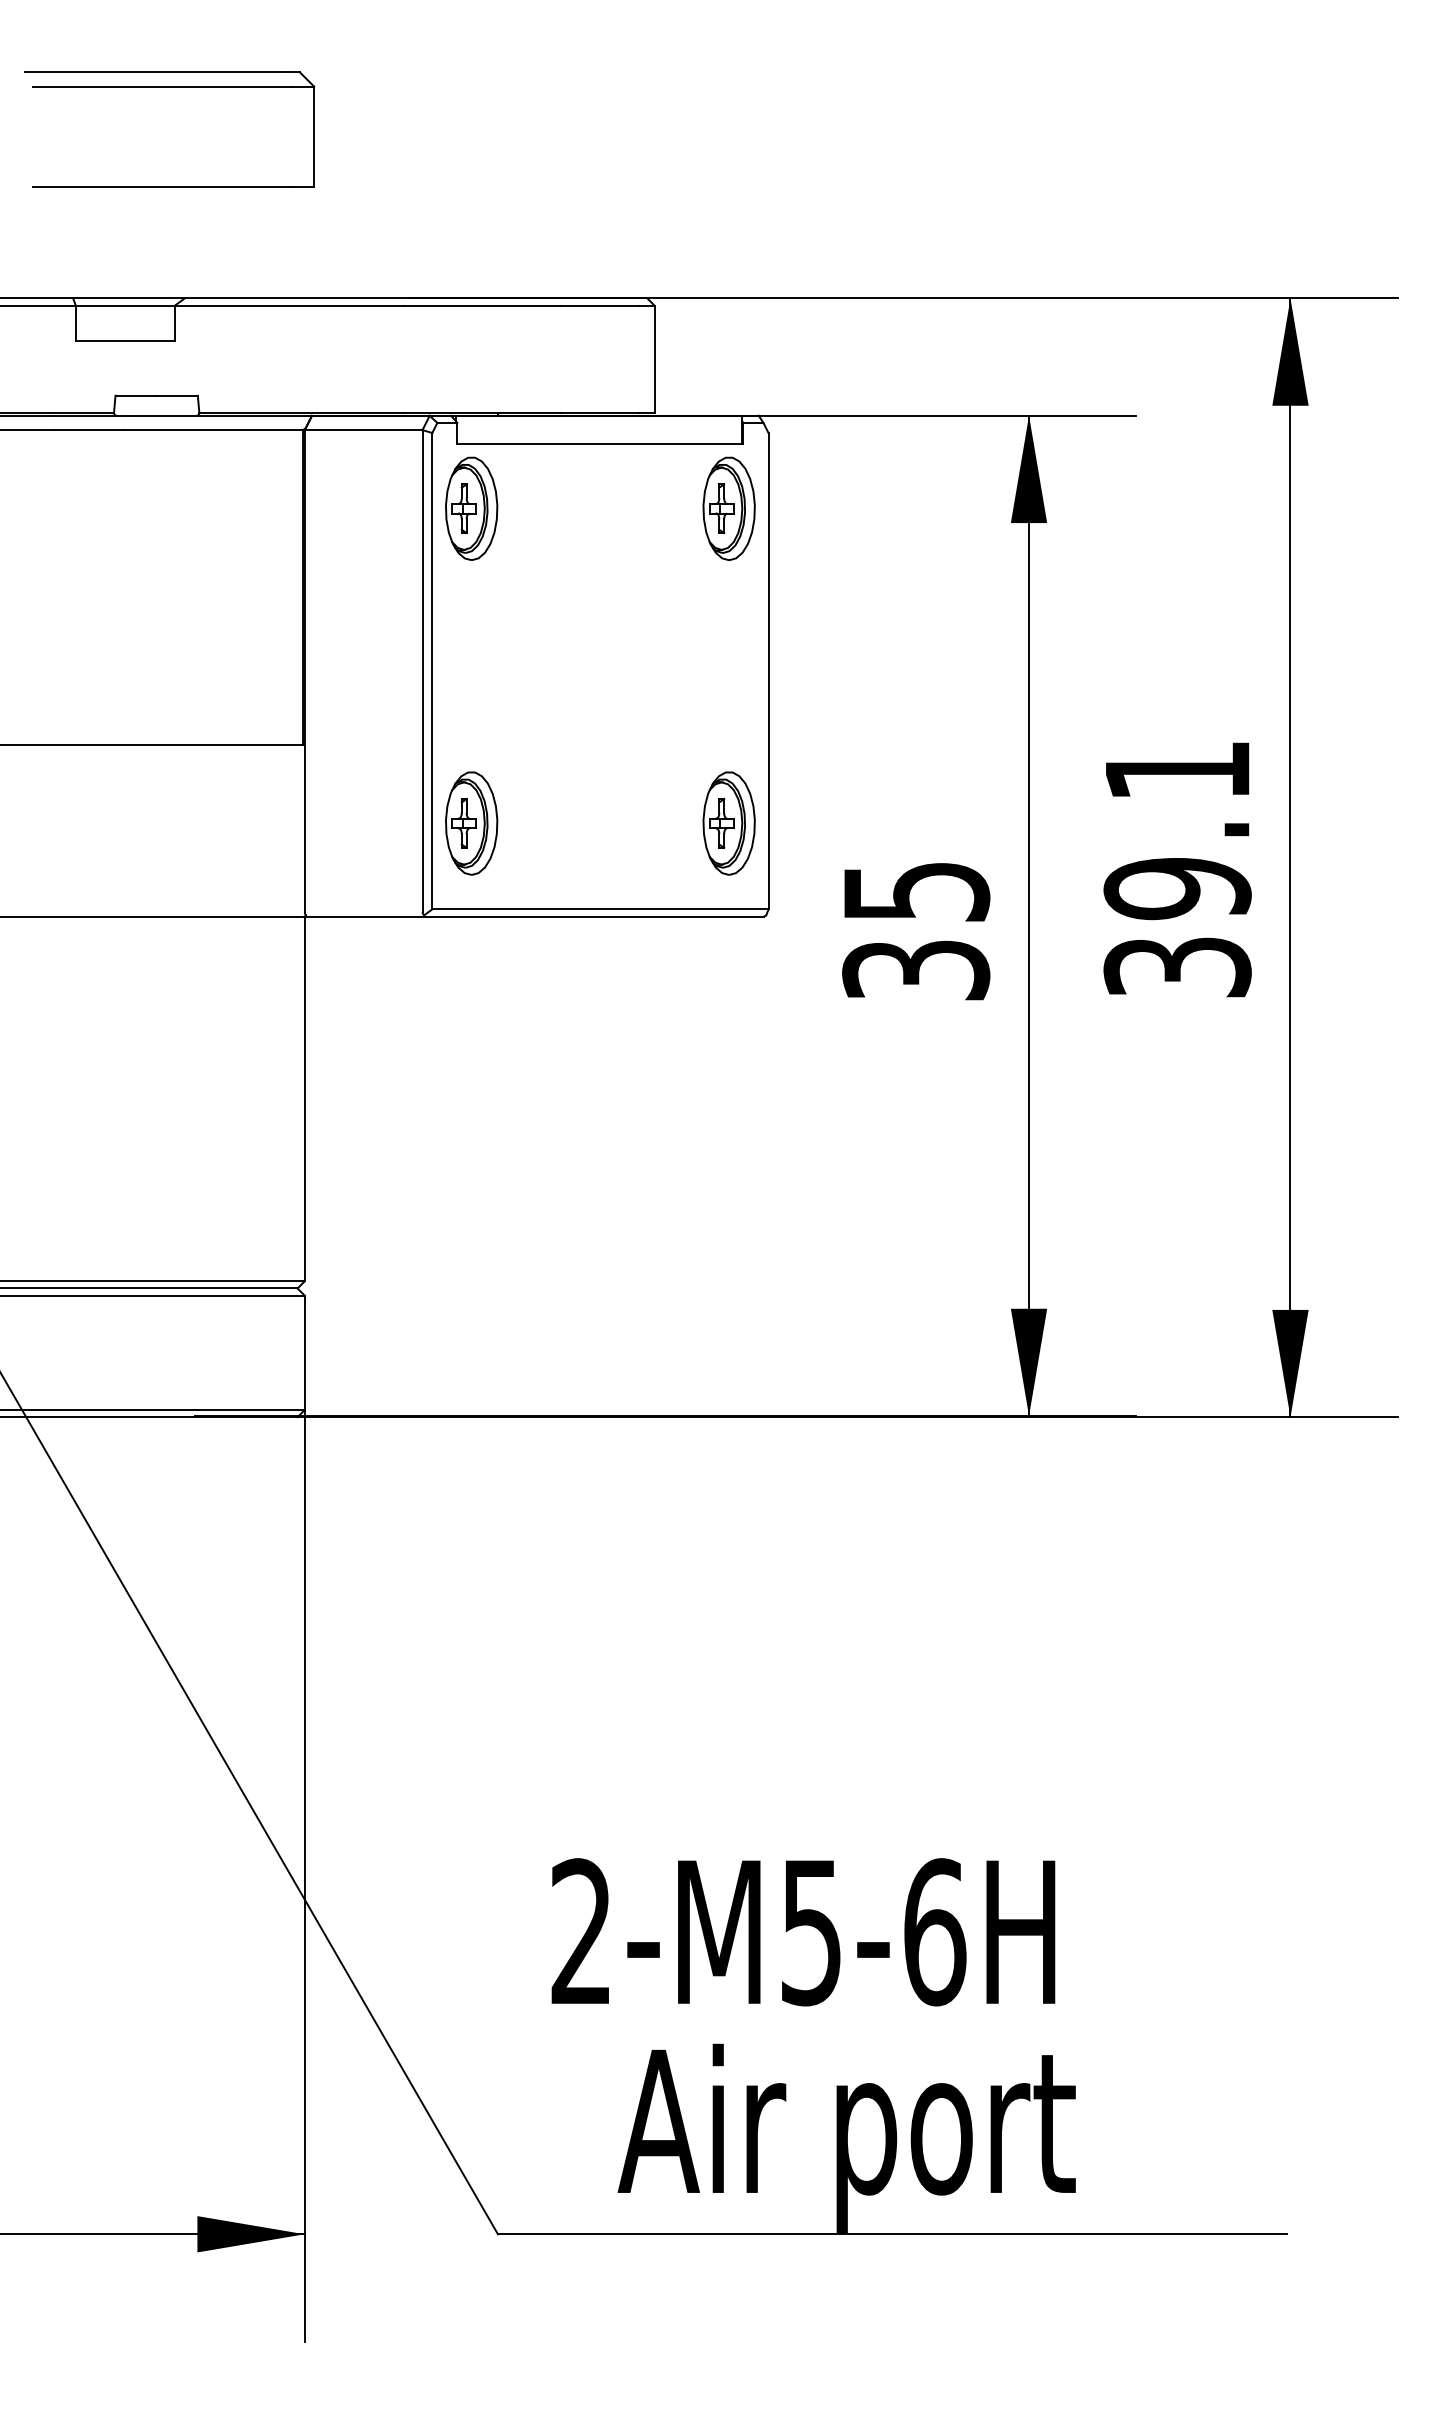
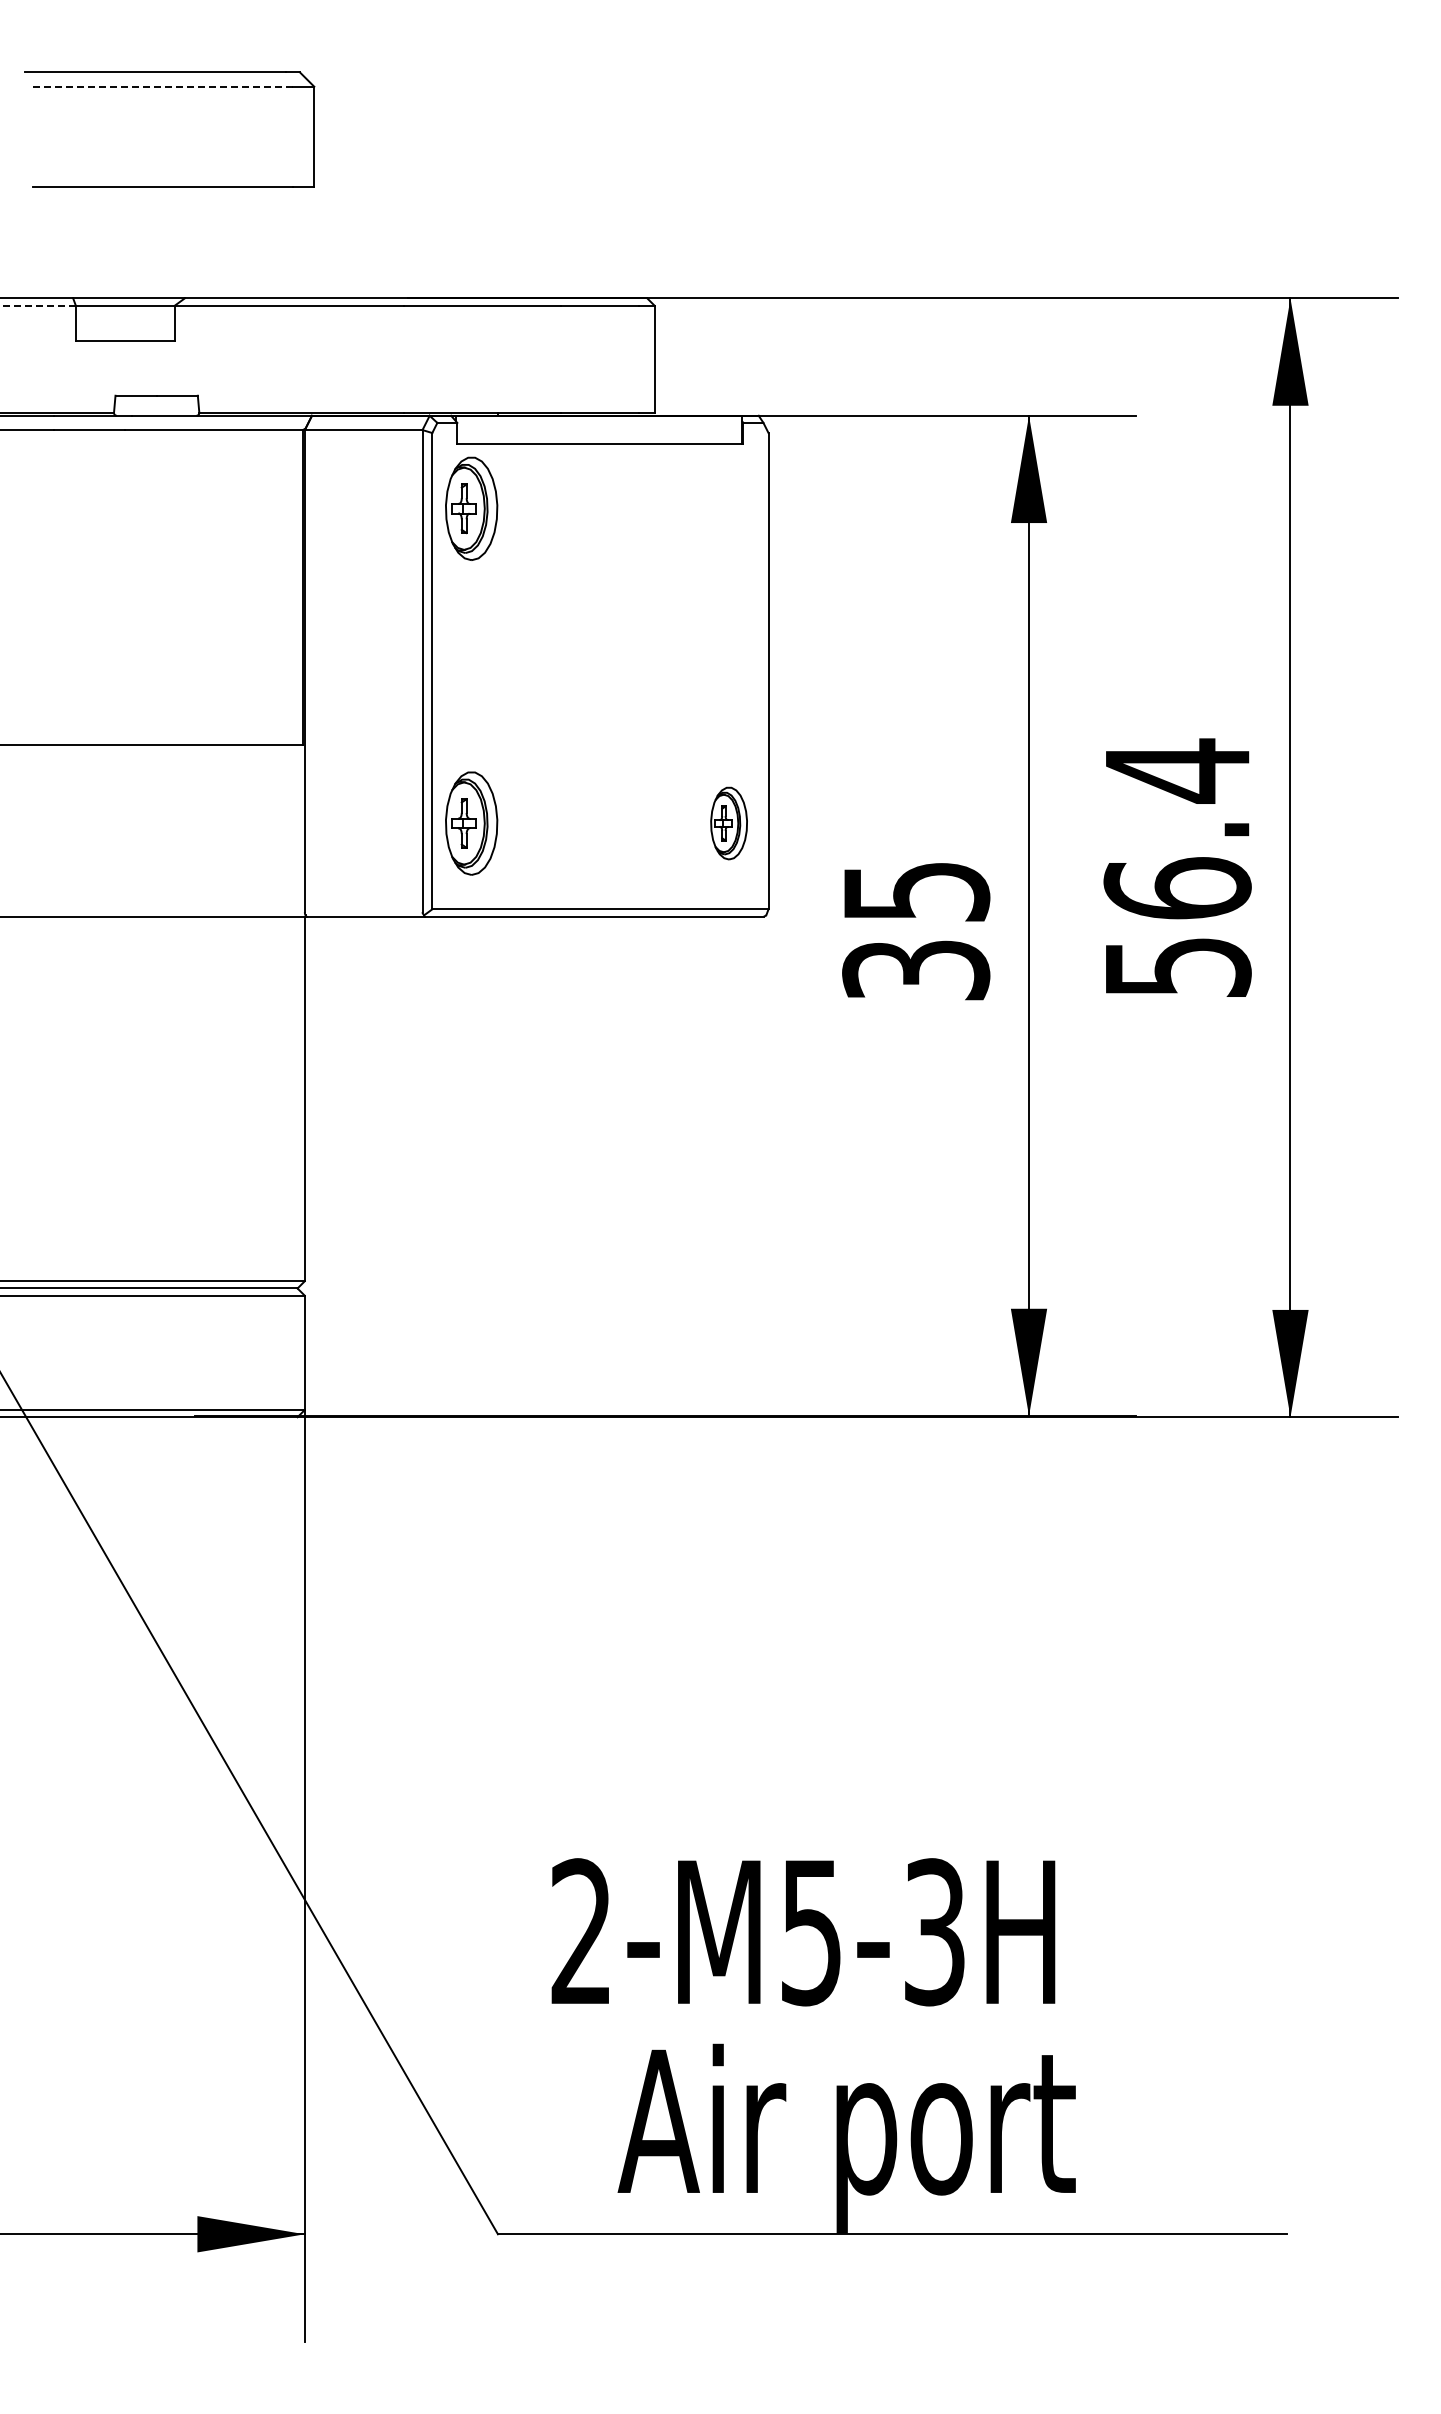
line at (162, 86): solid -> dashed
line at (37, 305): solid -> dashed
part at (728, 508): present -> none
part at (728, 823) size: 54x105 px -> 38x75 px
text at (1177, 867): 39.1 -> 56.4
text at (935, 1932): 2-M5-6H -> 2-M5-3H
